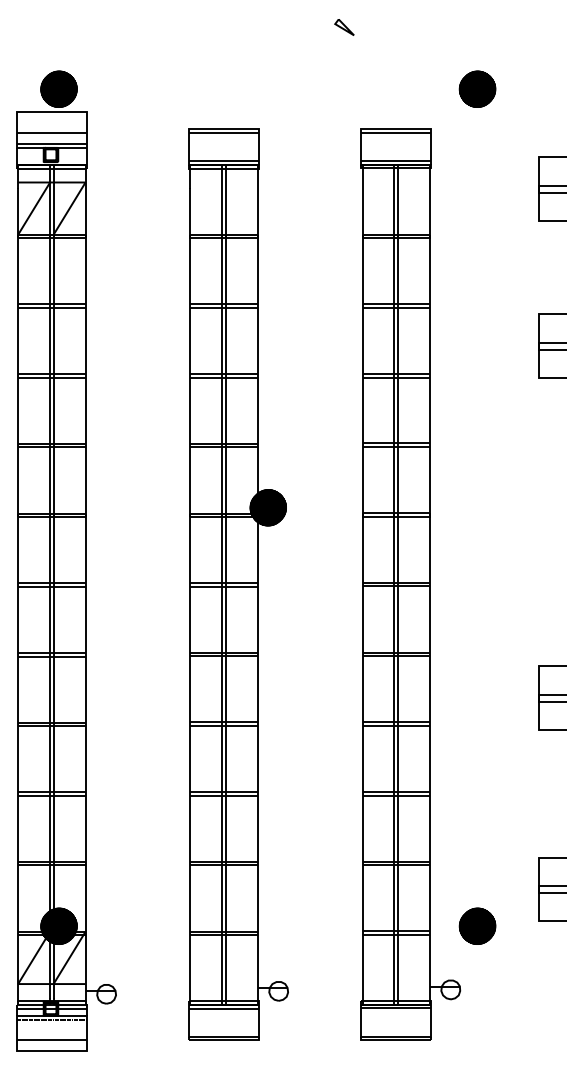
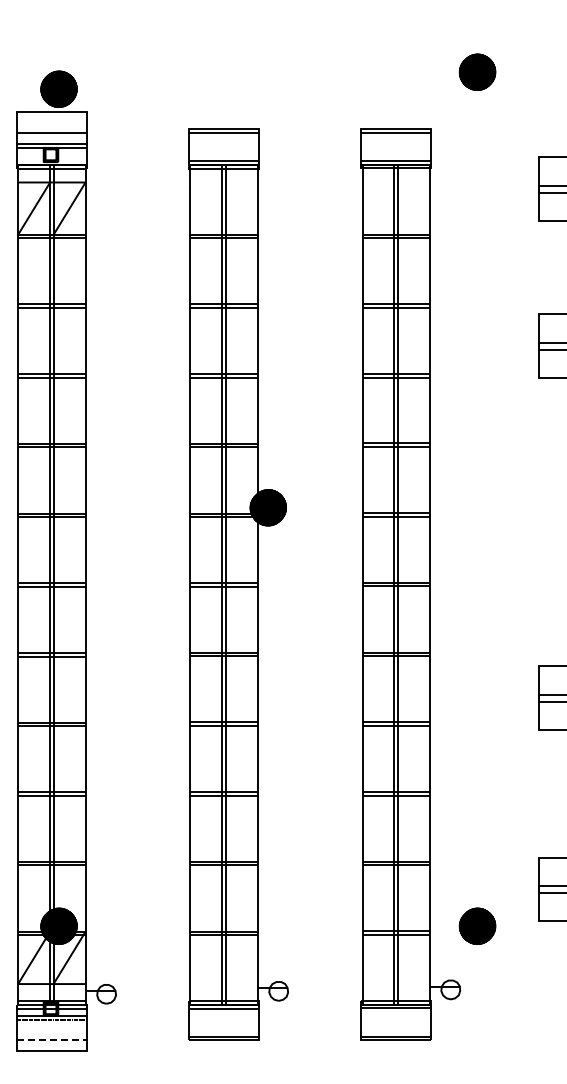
part at (344, 27): present -> none
part at (477, 88) position: (477, 88) -> (477, 71)
line at (51, 1040): solid -> dashed
